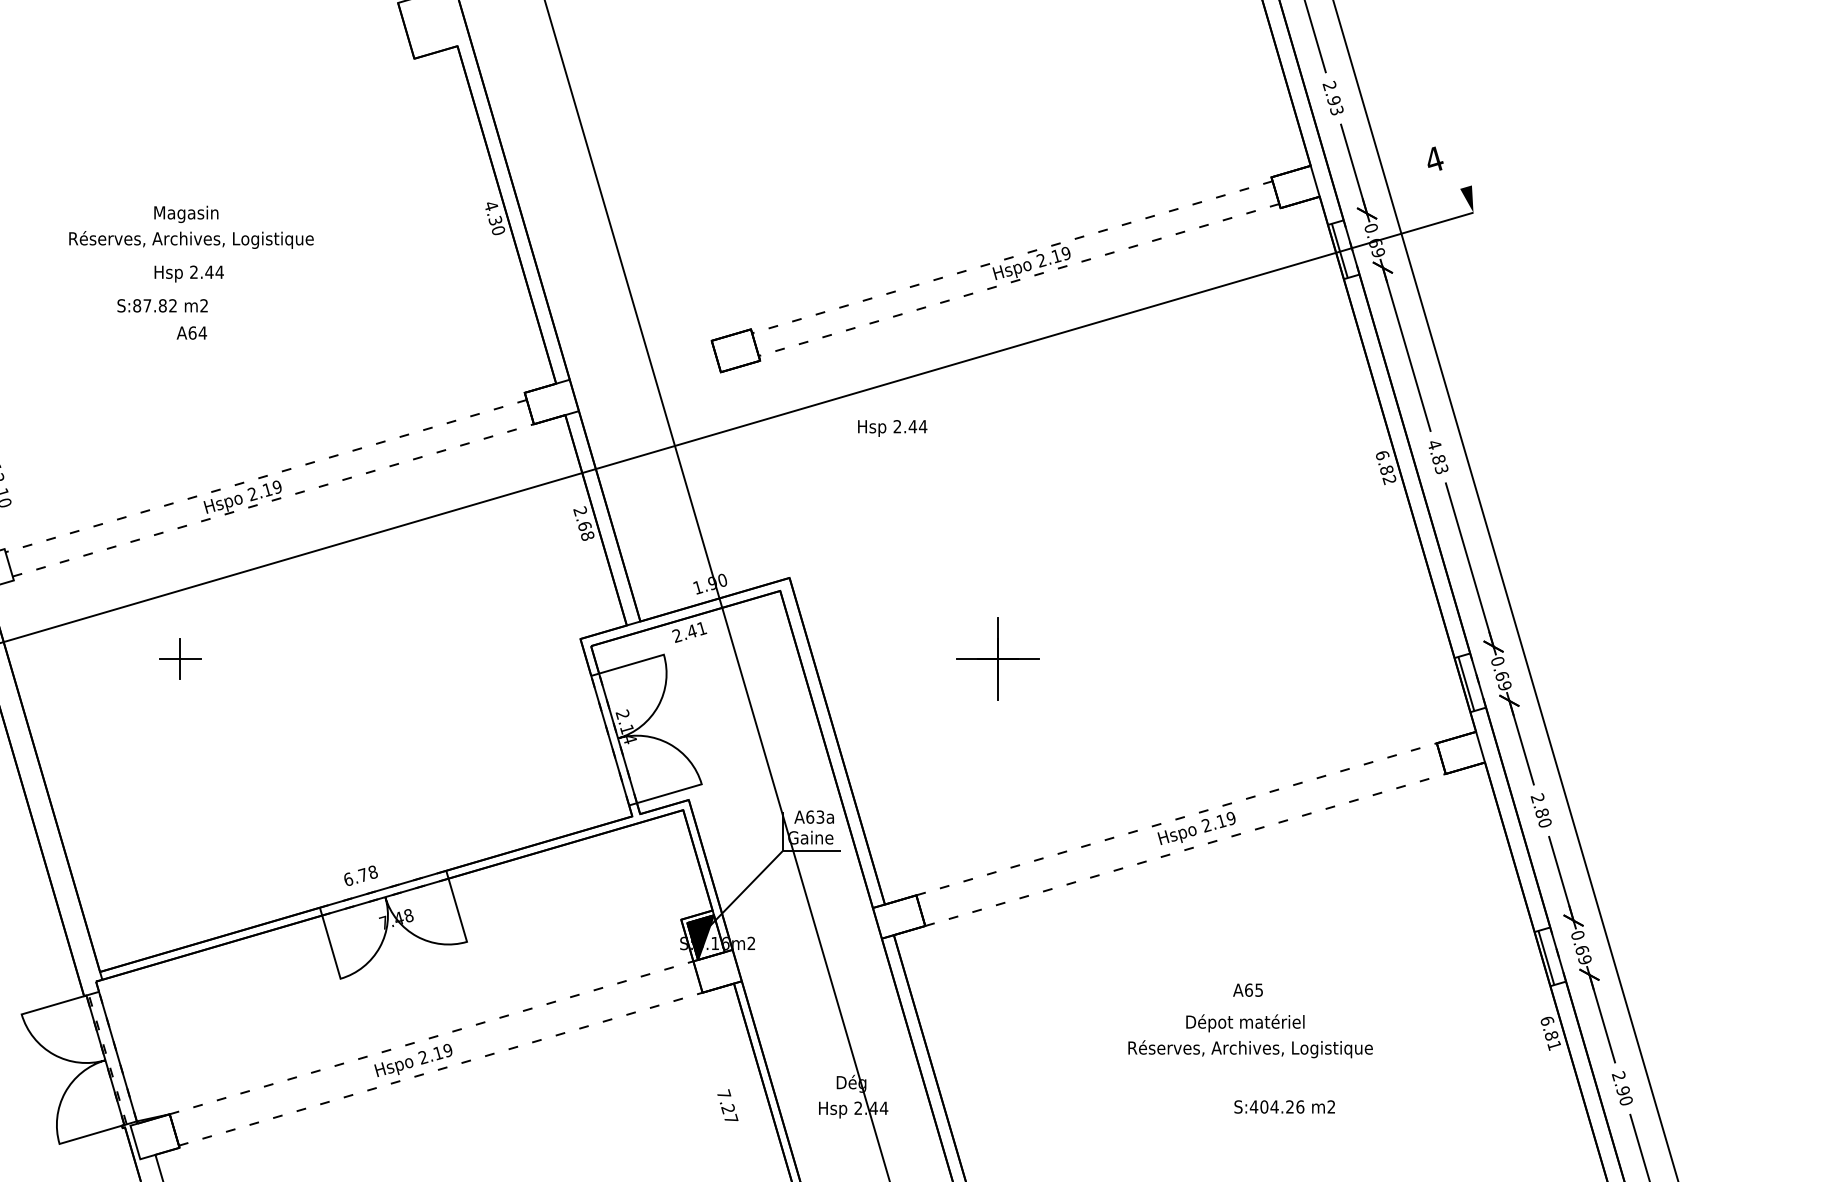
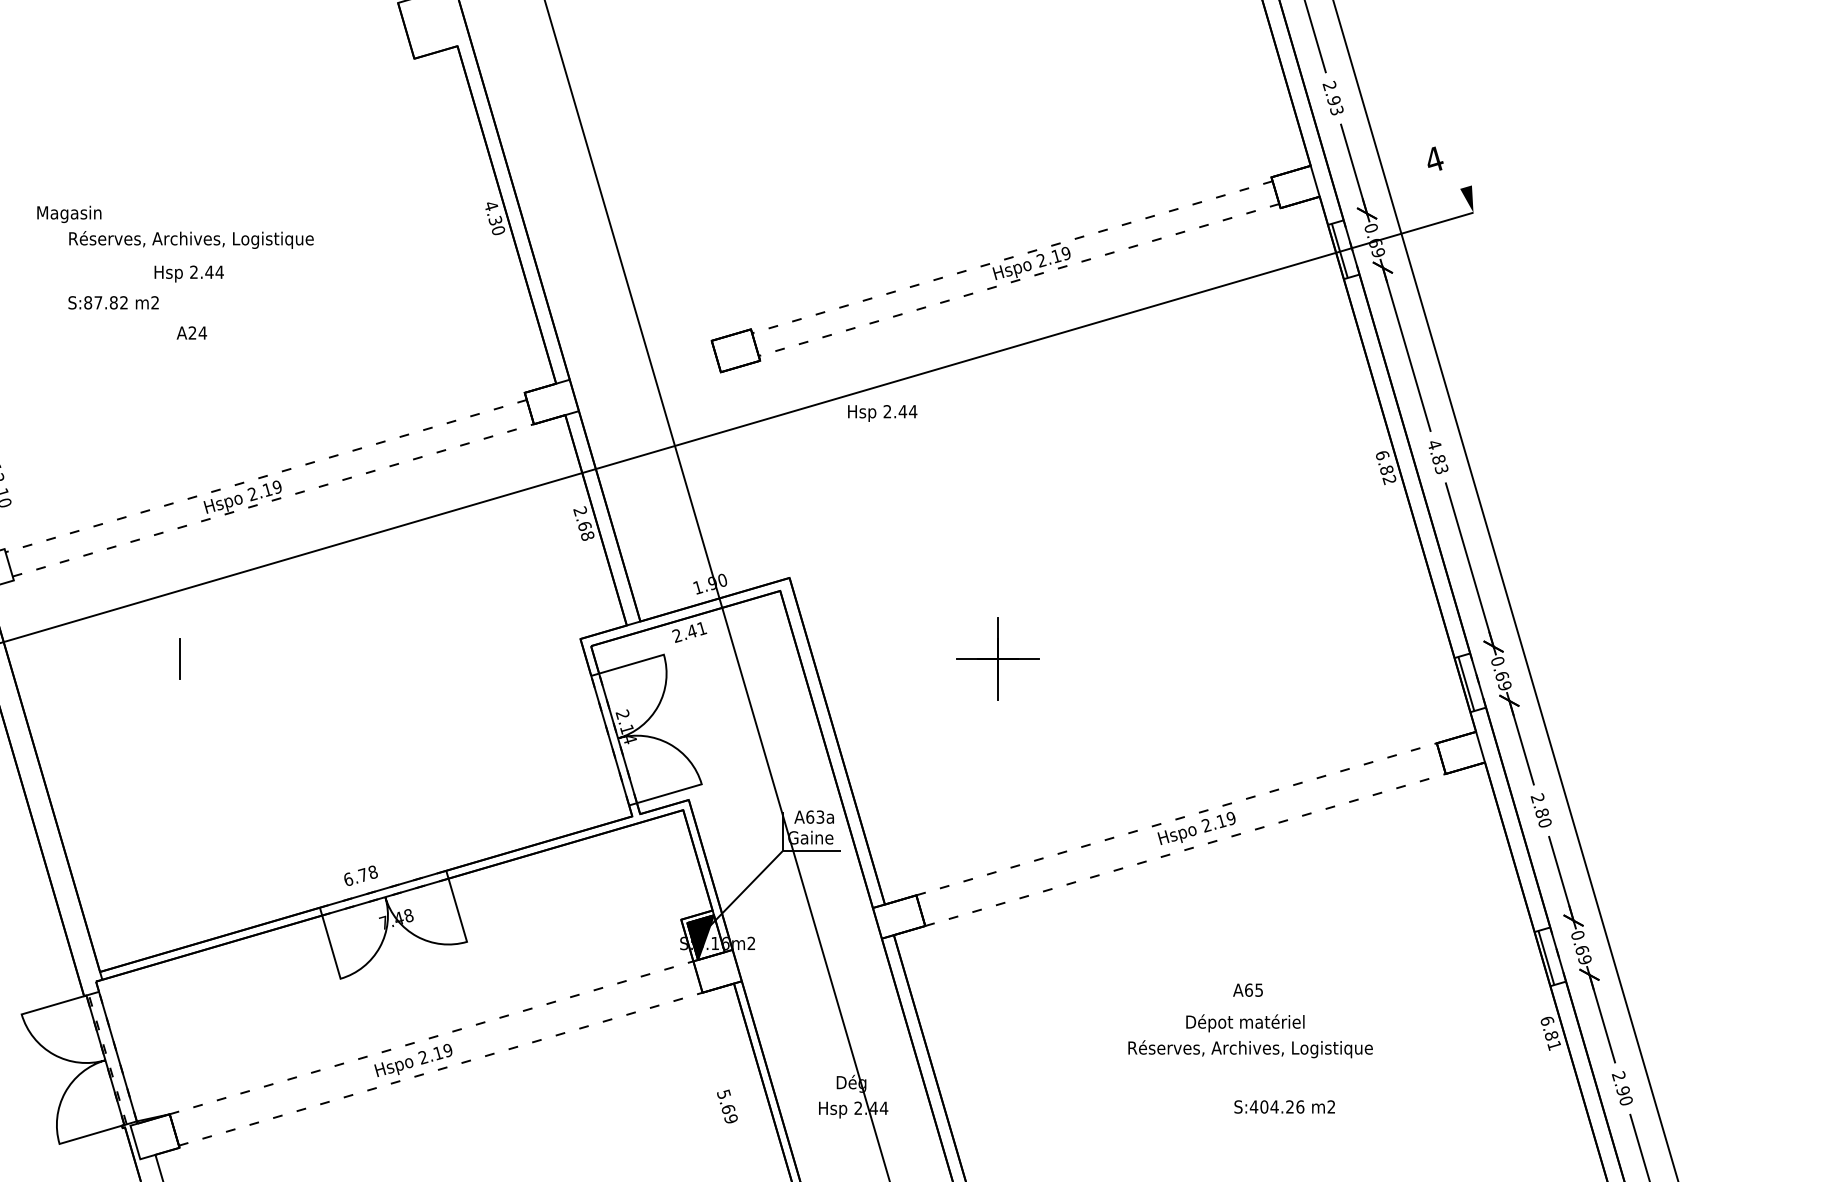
text at (186, 213) position: (186, 213) -> (69, 213)
text at (162, 305) position: (162, 305) -> (113, 302)
text at (192, 332): A64 -> A24
text at (892, 428) position: (892, 428) -> (882, 413)
line at (179, 658): present -> none
text at (727, 1106): 7.27 -> 5.69
